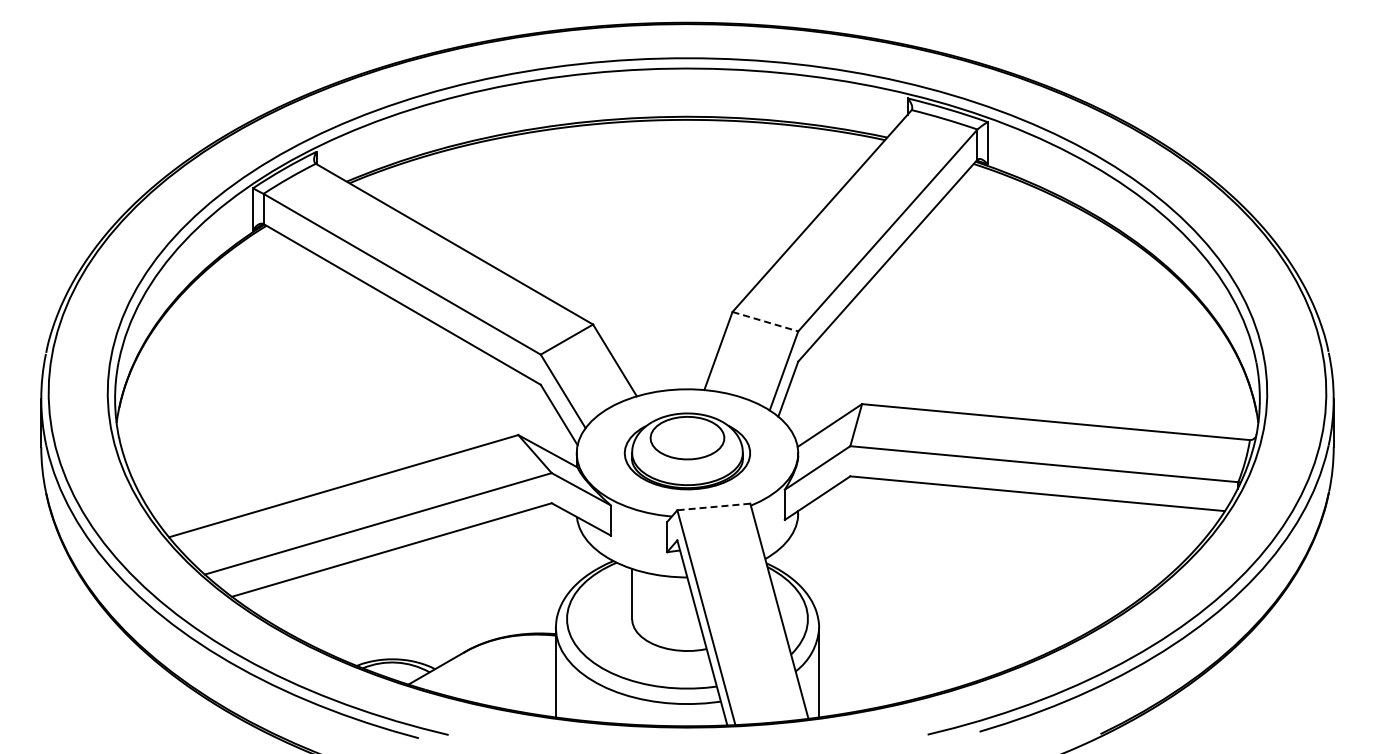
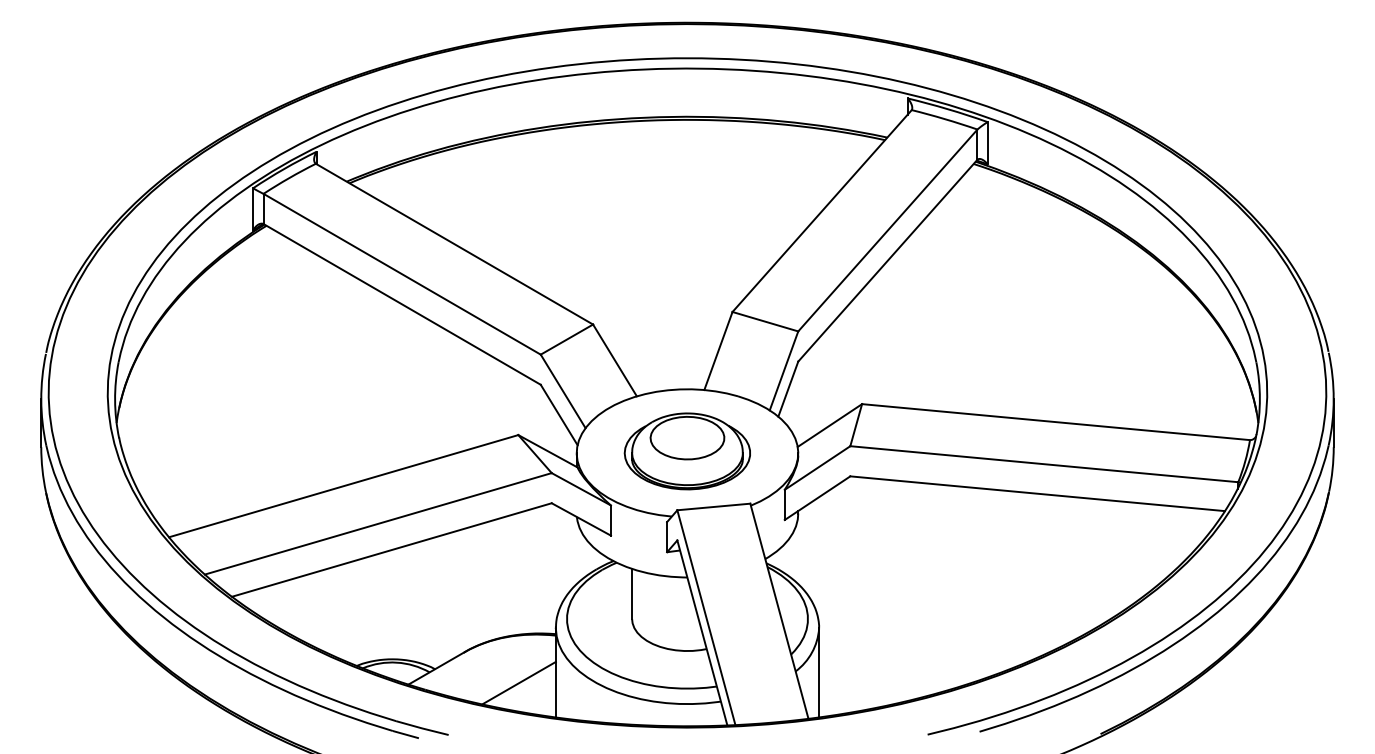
line at (765, 321): dashed -> solid
line at (713, 506): dashed -> solid
line at (518, 682): none -> present
